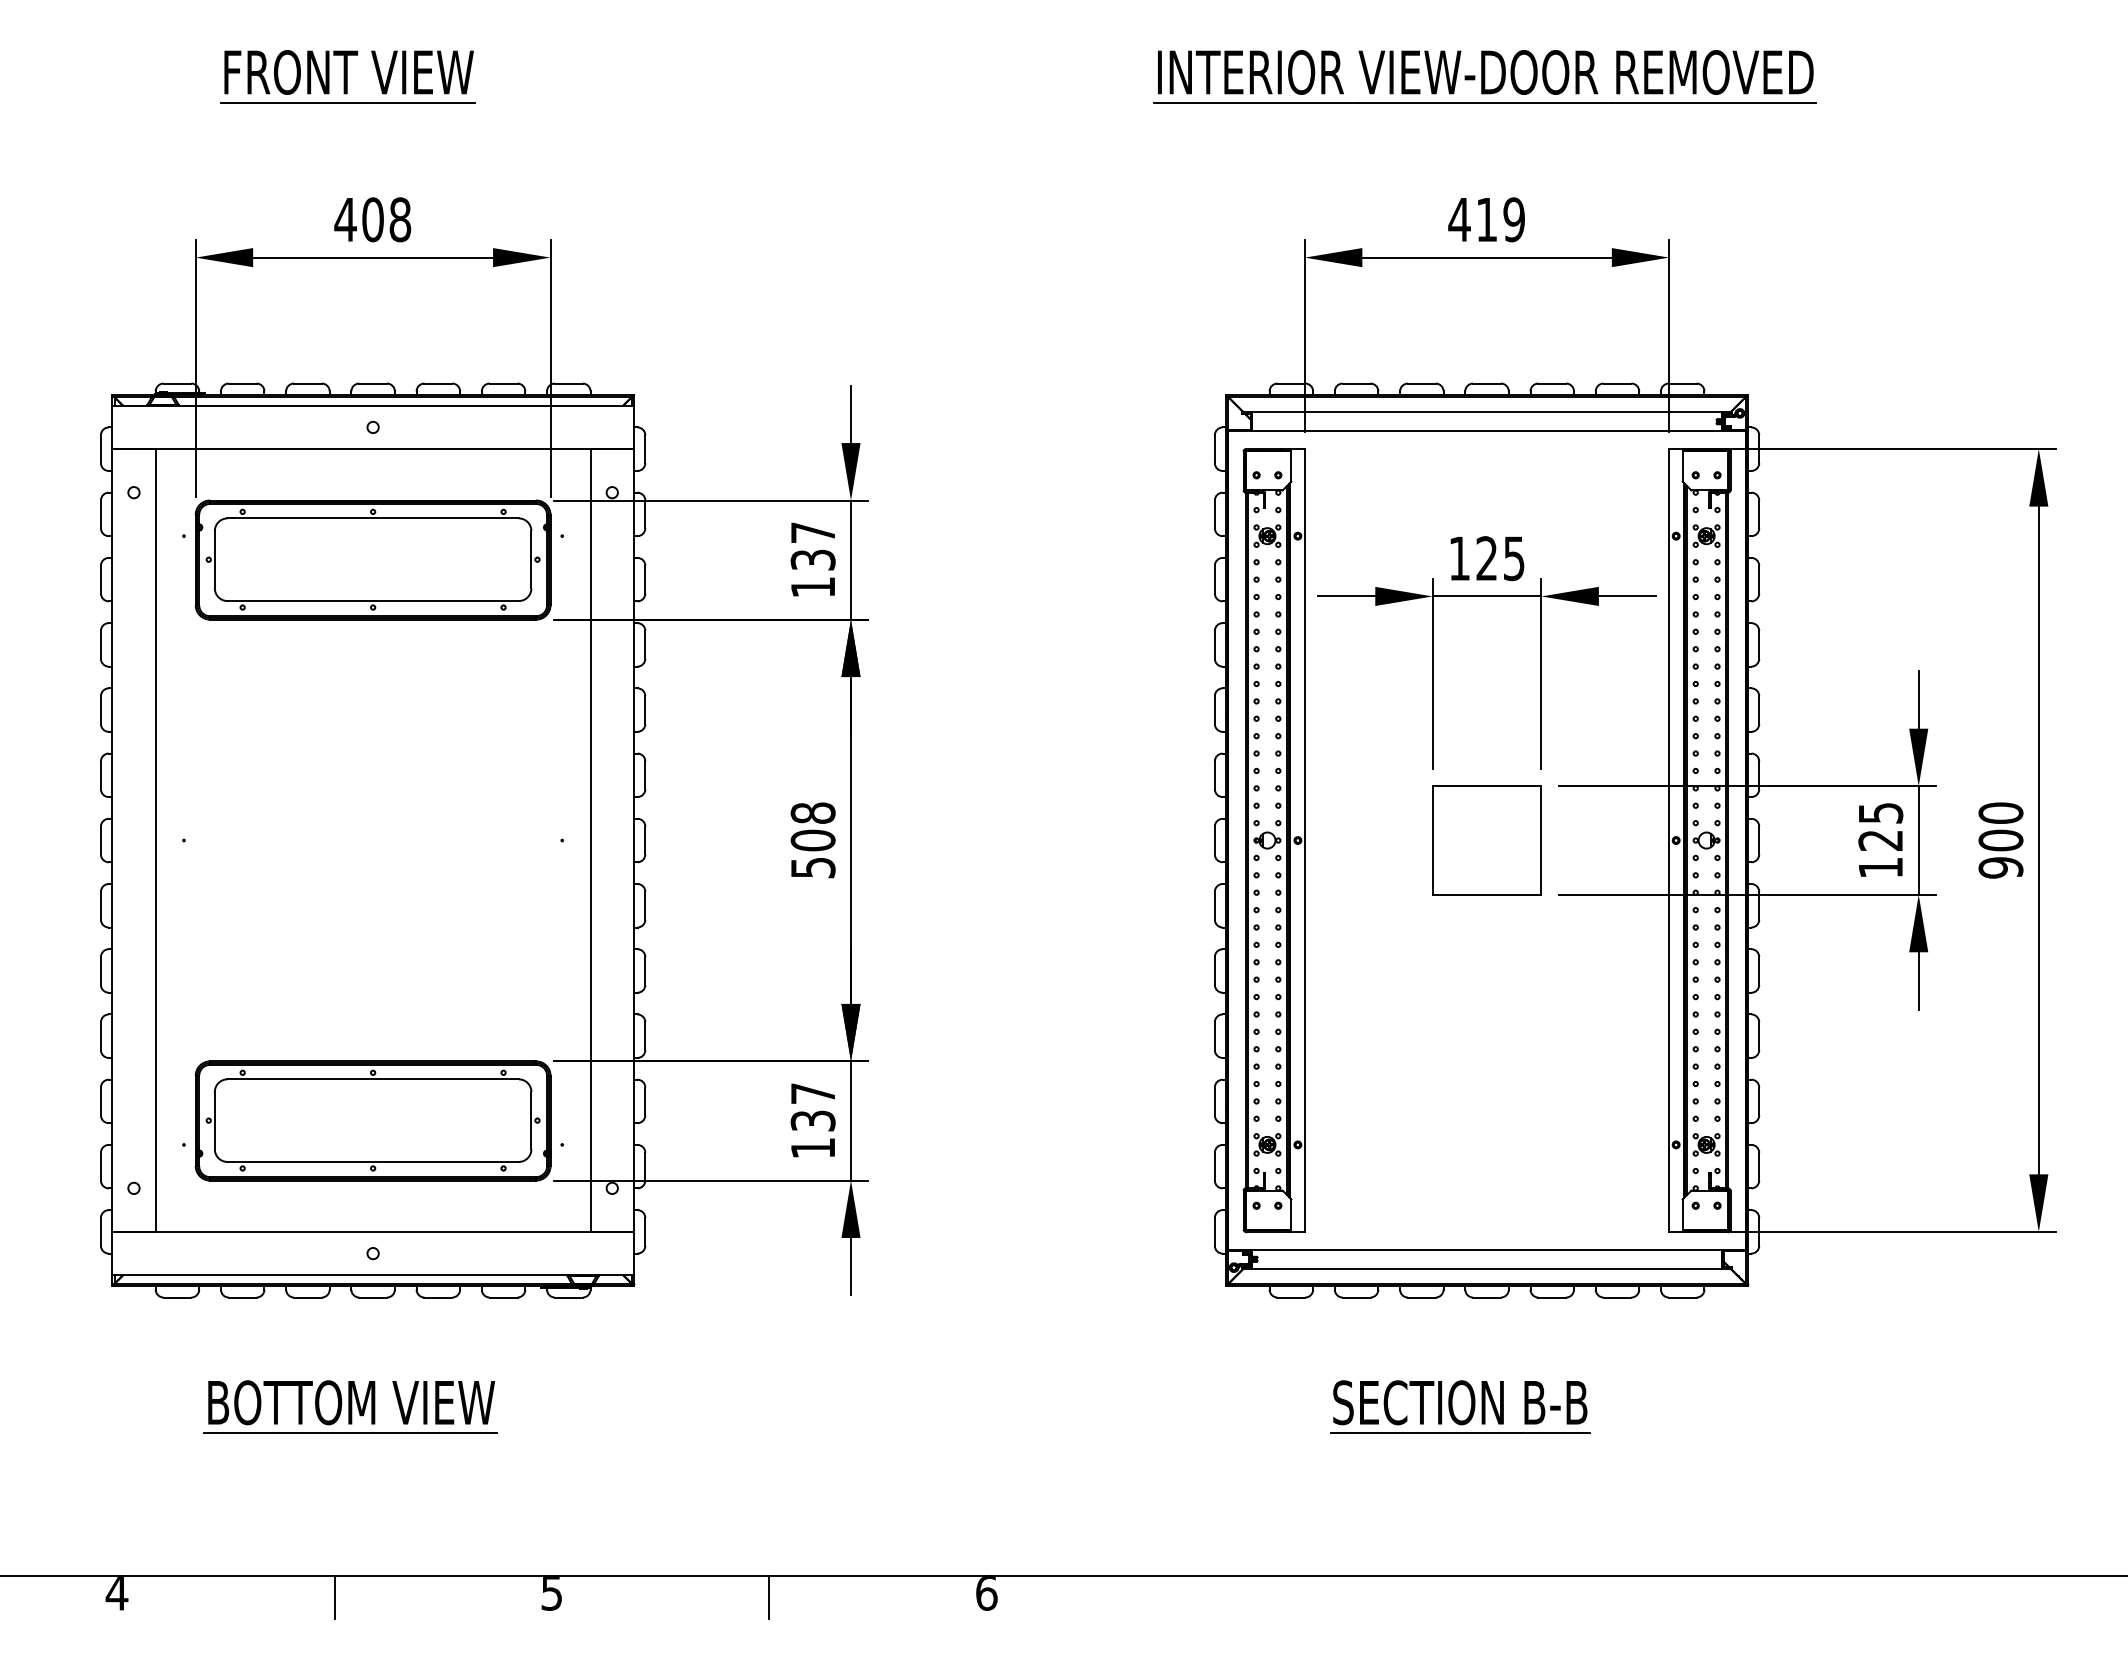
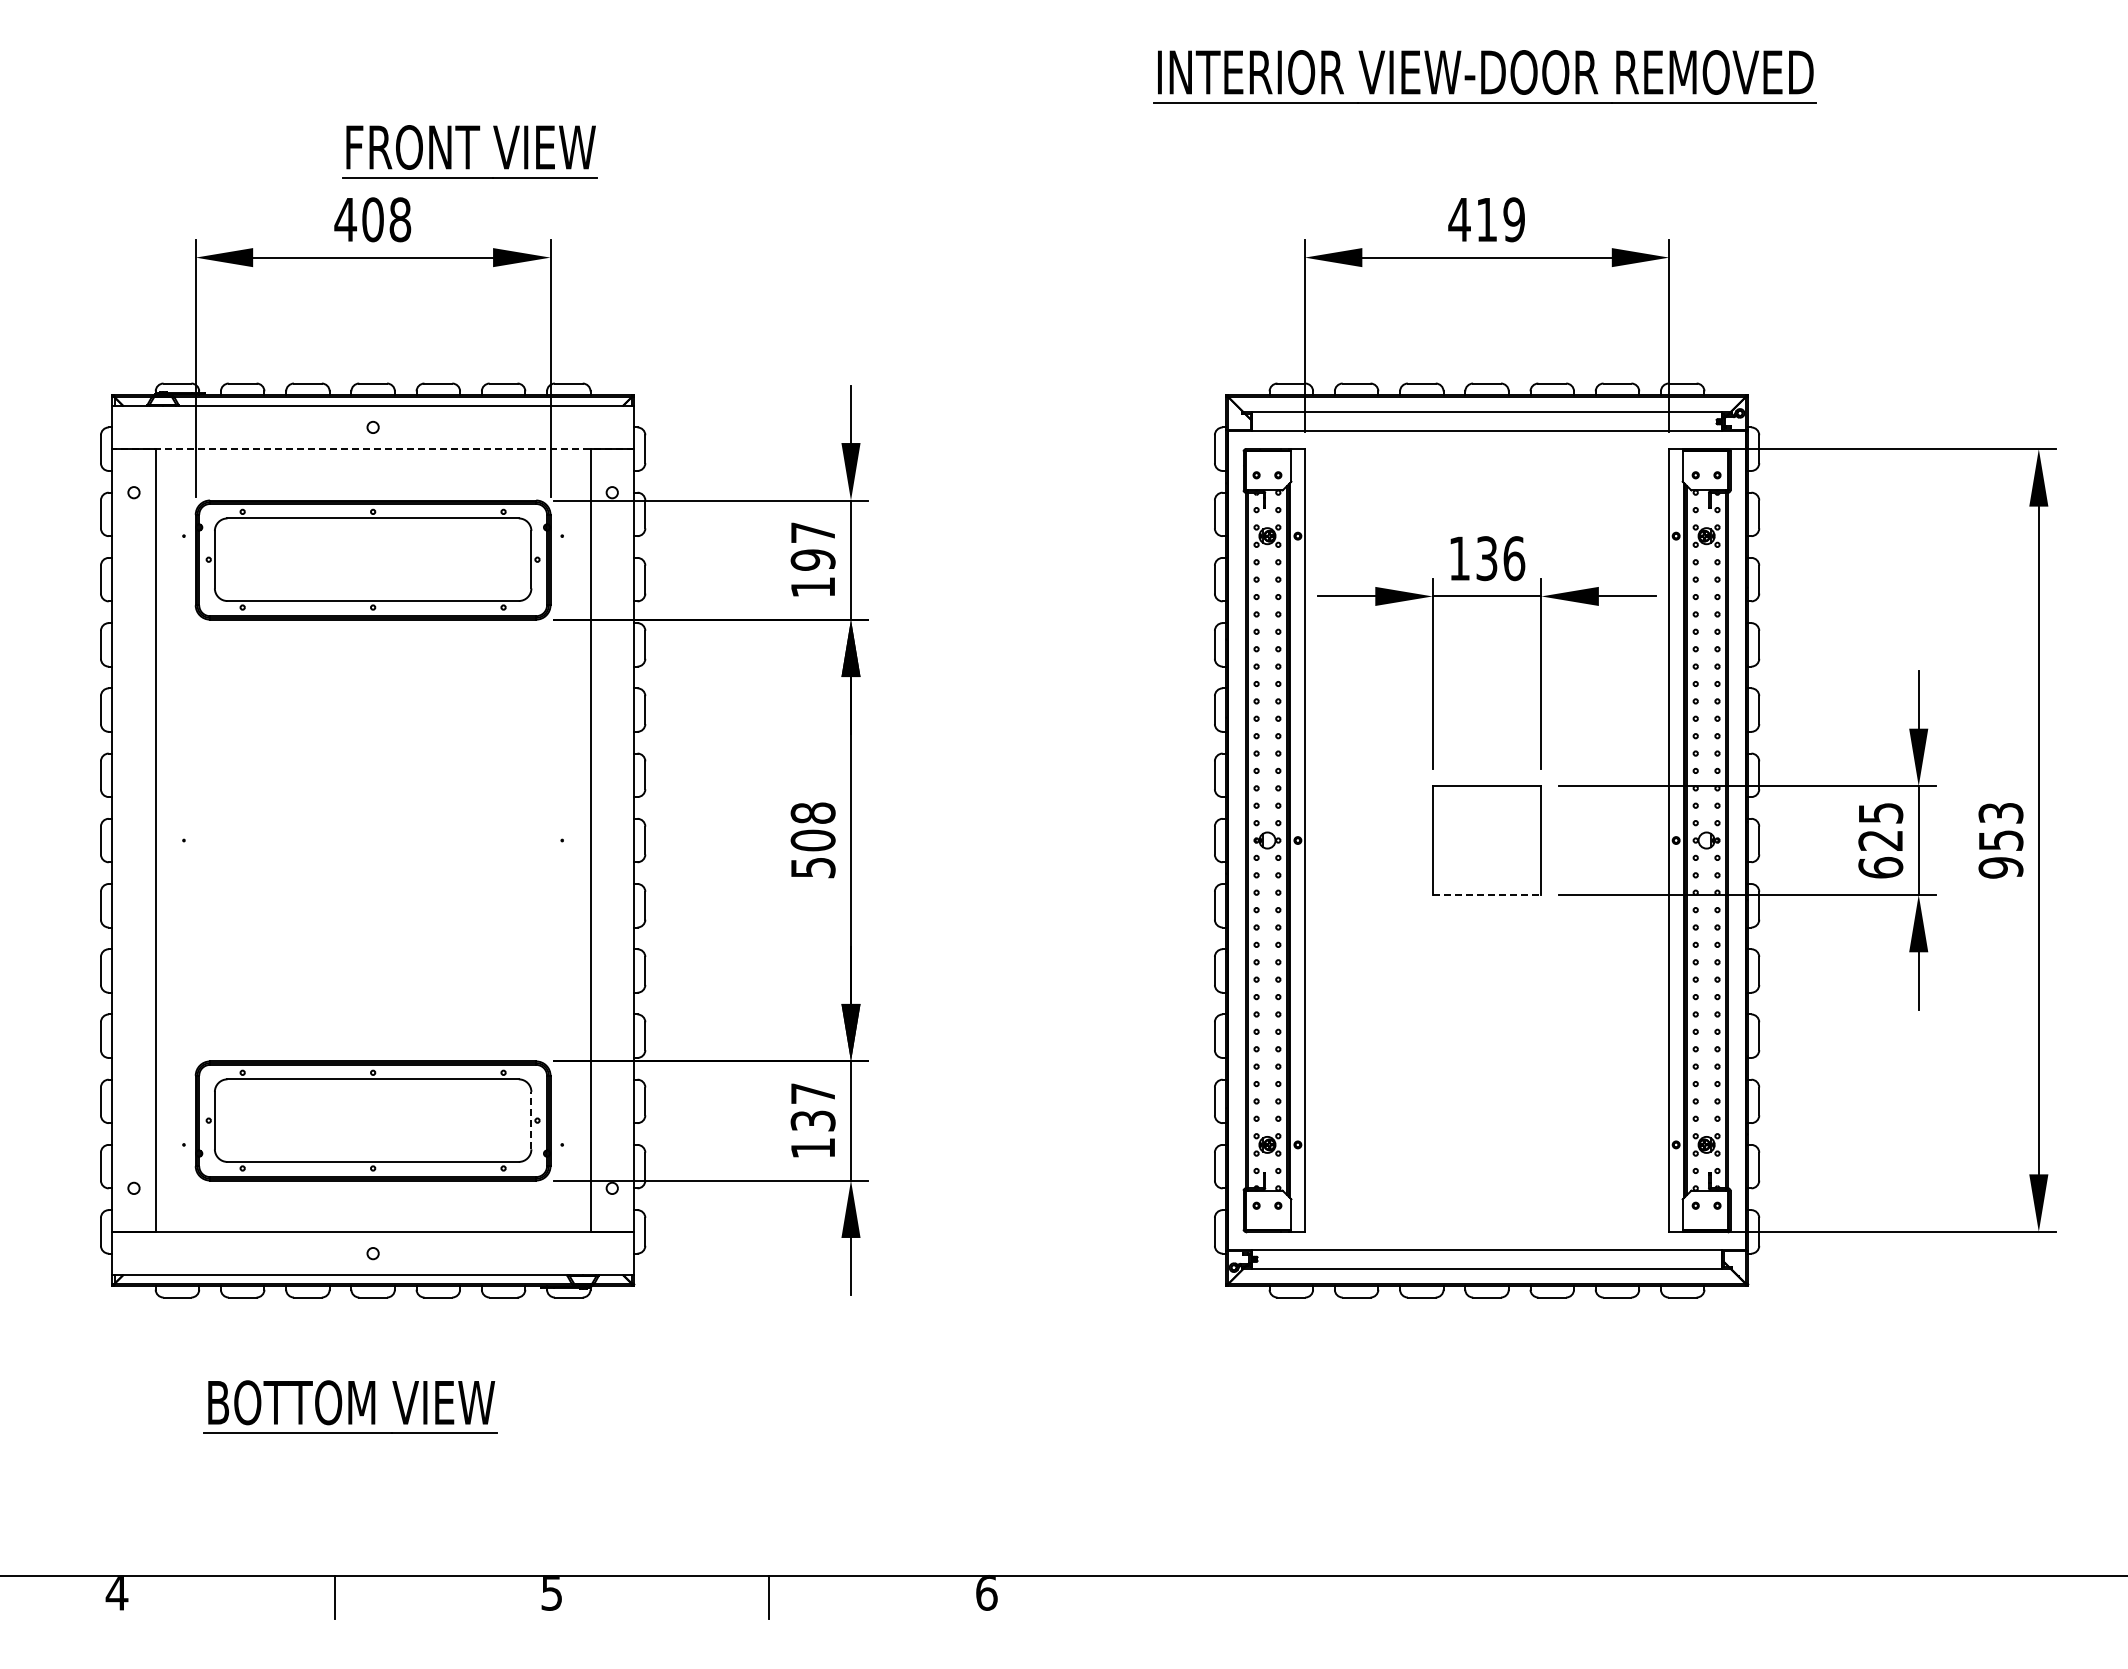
part at (347, 76) position: (347, 76) -> (469, 151)
line at (373, 449): solid -> dashed
text at (1500, 558): 125 -> 136
text at (812, 559): 137 -> 197
text at (2000, 826): 900 -> 953
text at (1880, 867): 125 -> 625
line at (1487, 894): solid -> dashed
line at (531, 1120): solid -> dashed
part at (1460, 1406): present -> none
